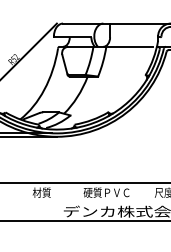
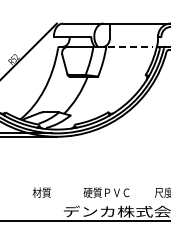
line at (130, 46): solid -> dashed
line at (84, 183): present -> none
